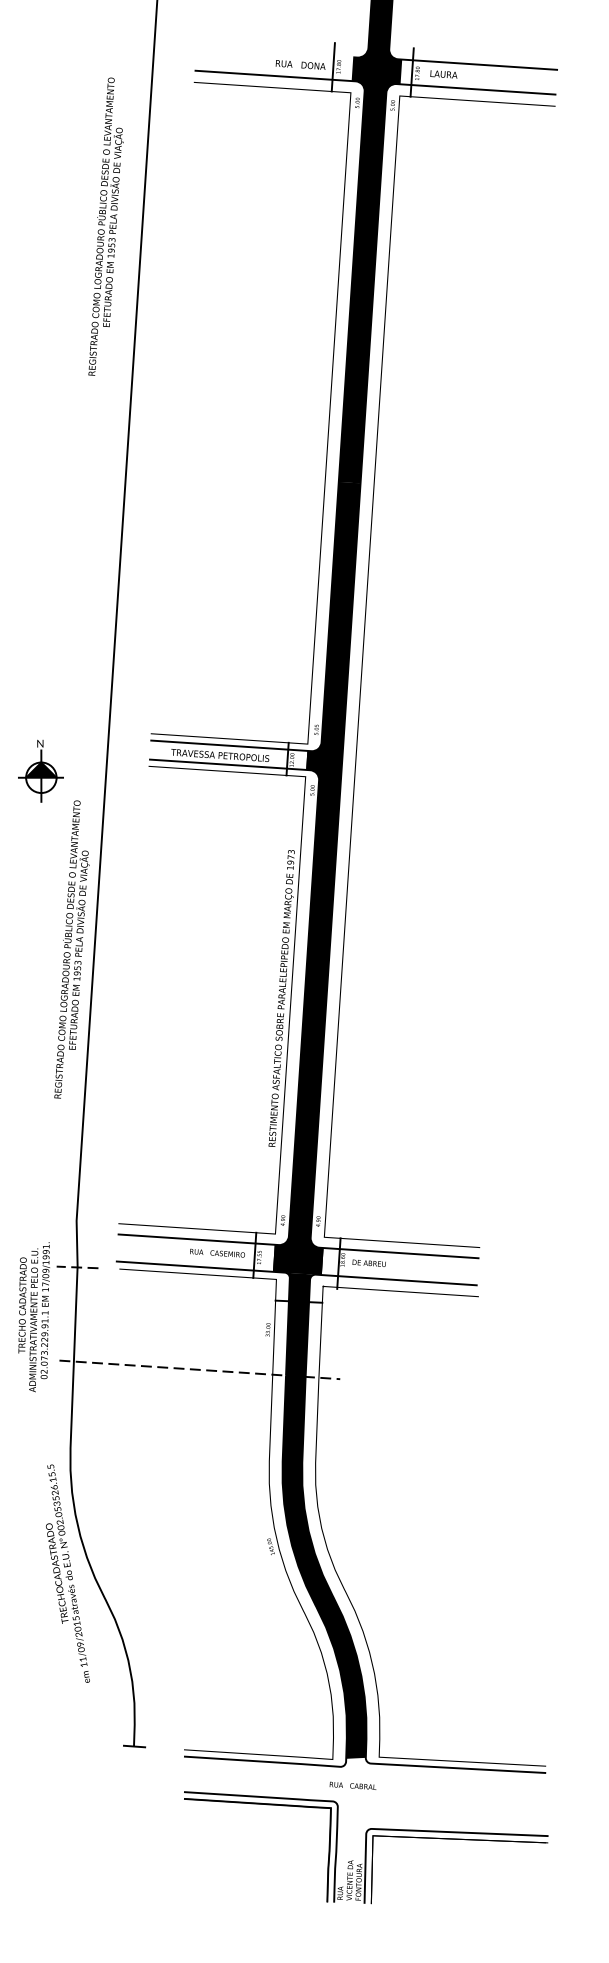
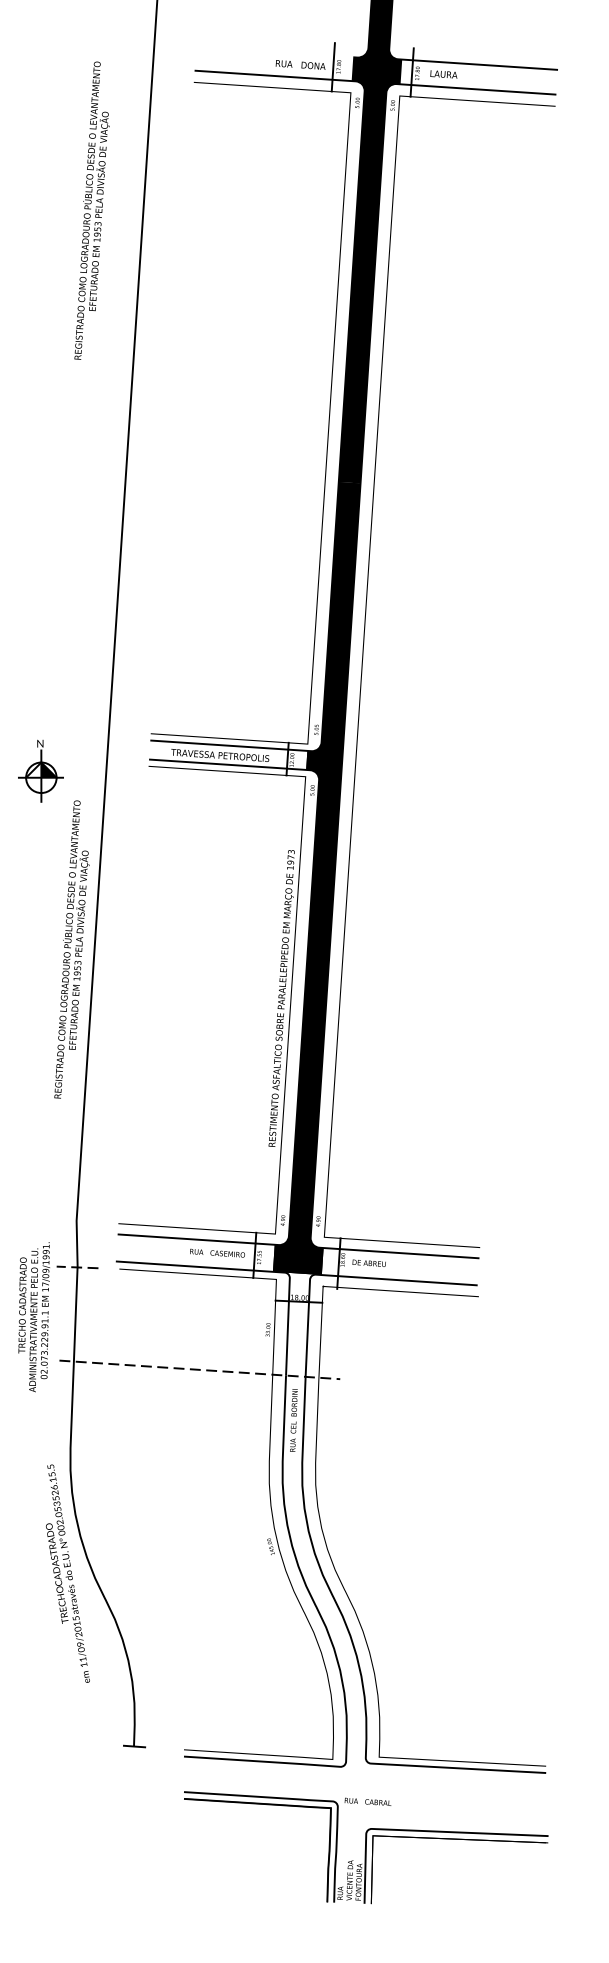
text at (105, 226) position: (105, 226) -> (91, 210)
fill at (33, 769): present -> none
fill at (324, 1515): present -> none
text at (352, 1785) position: (352, 1785) -> (367, 1801)
